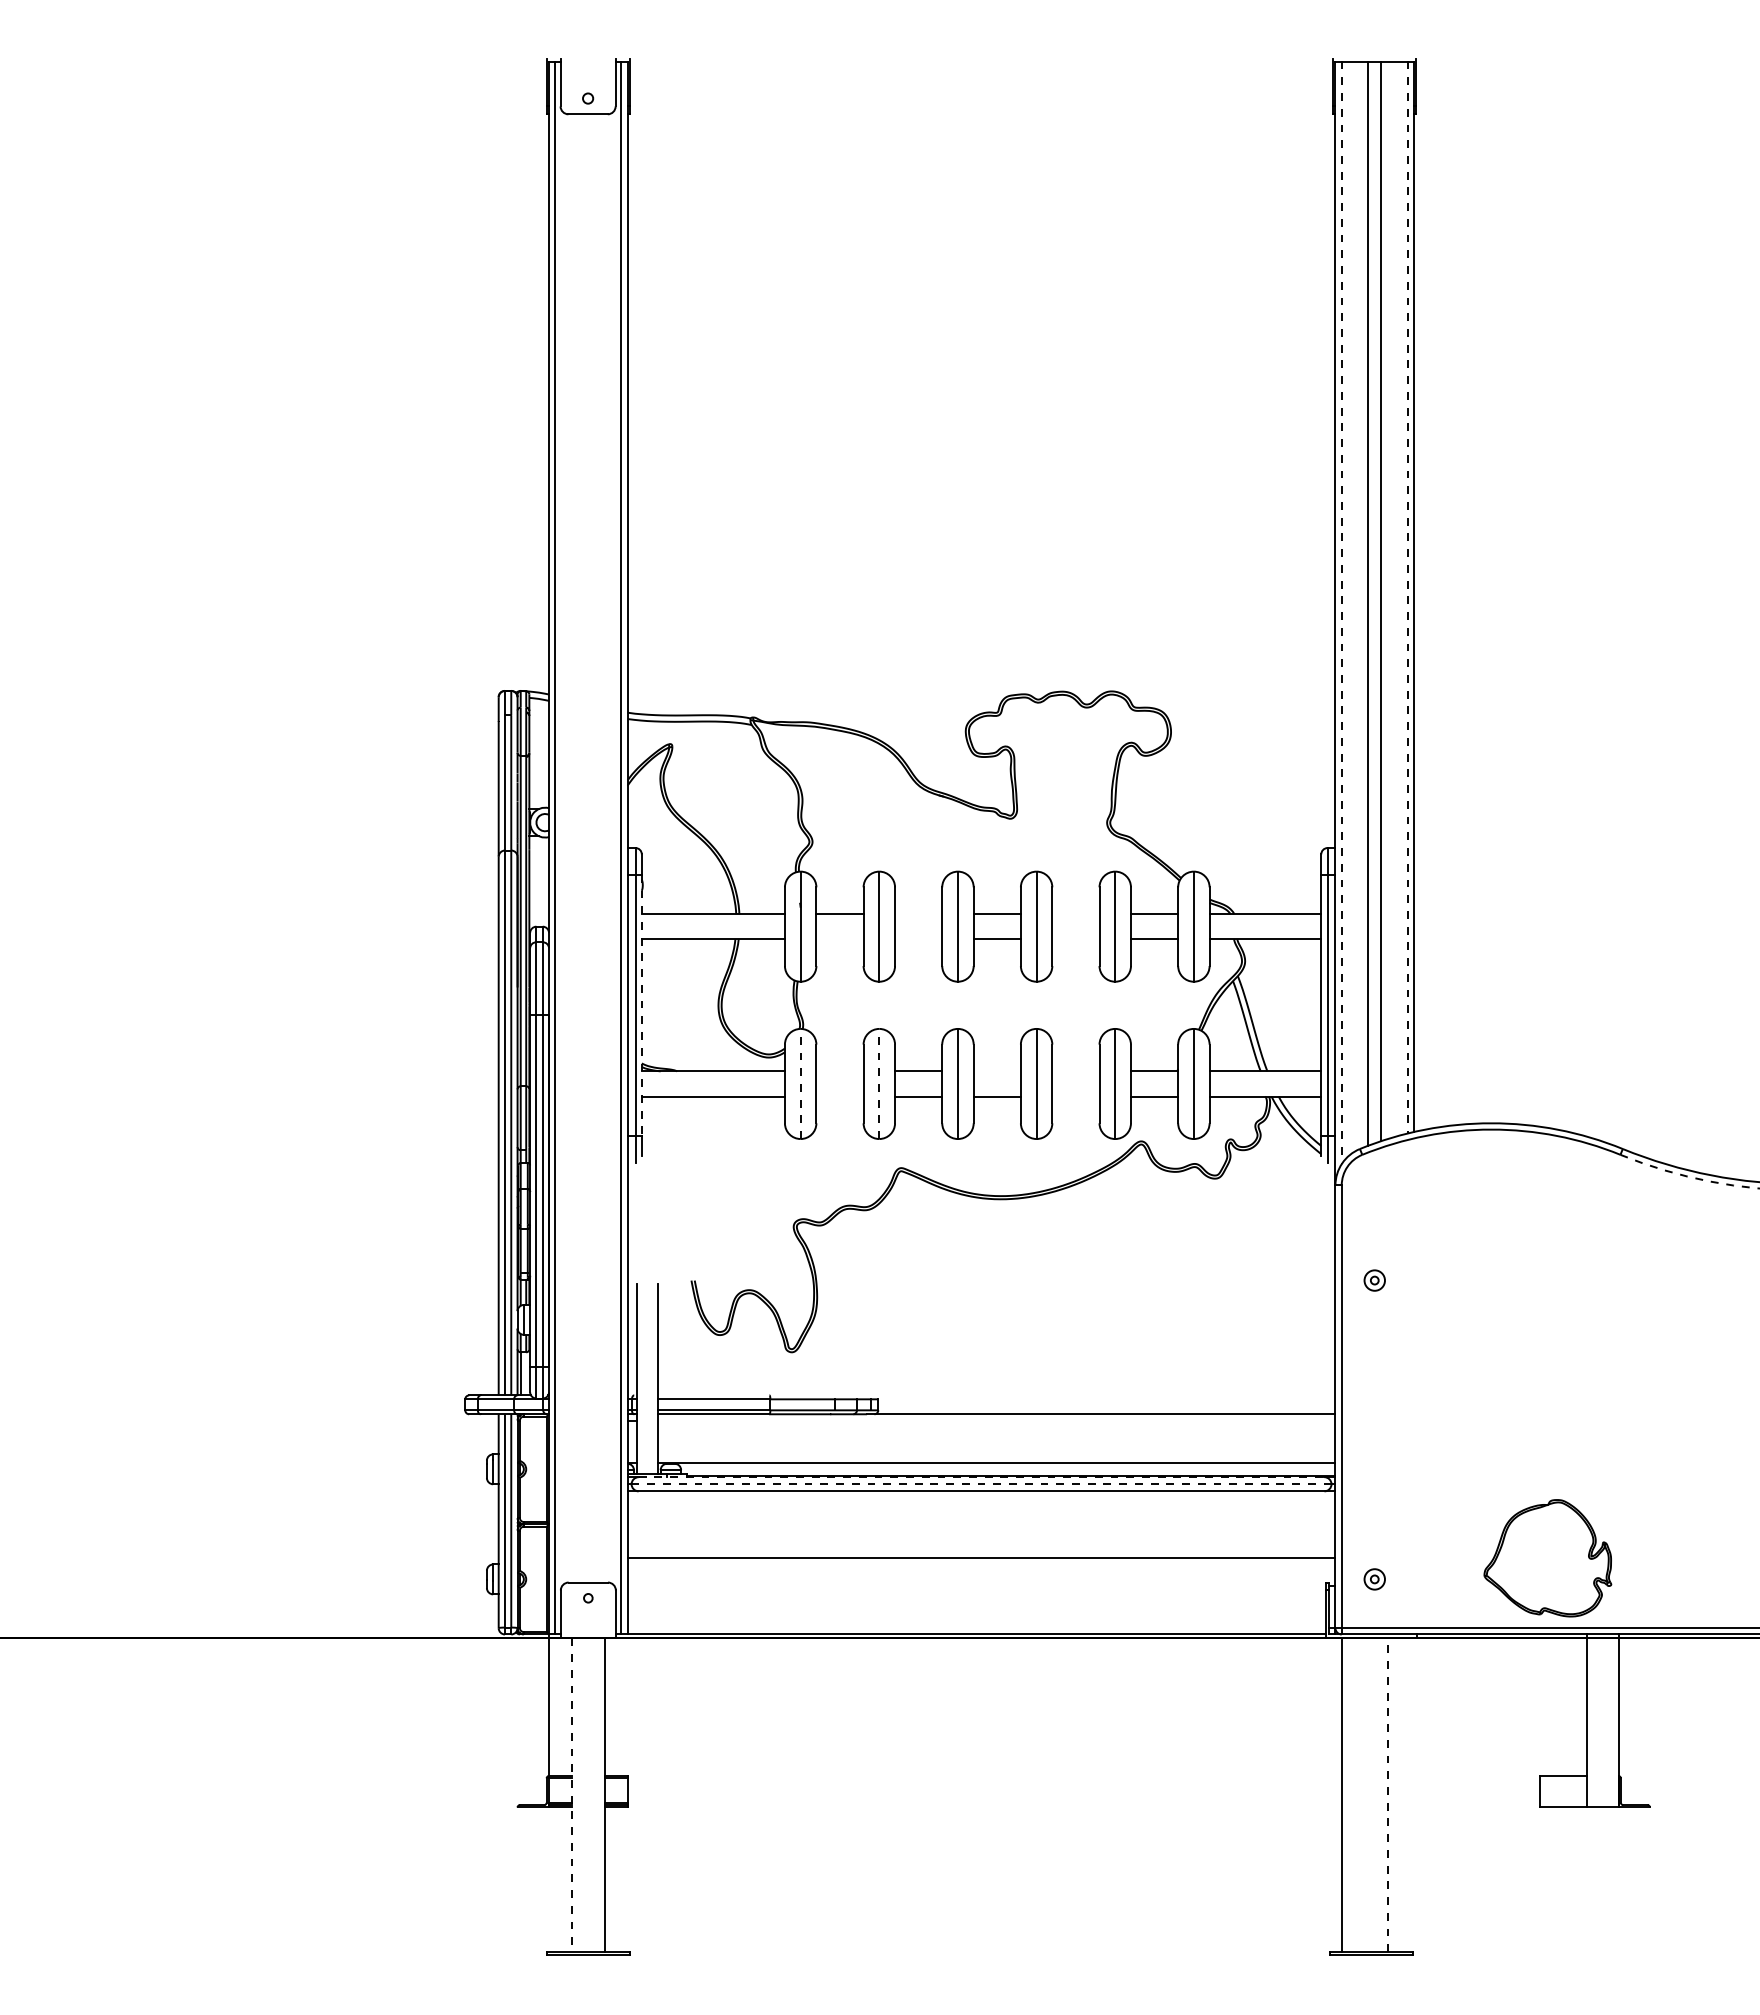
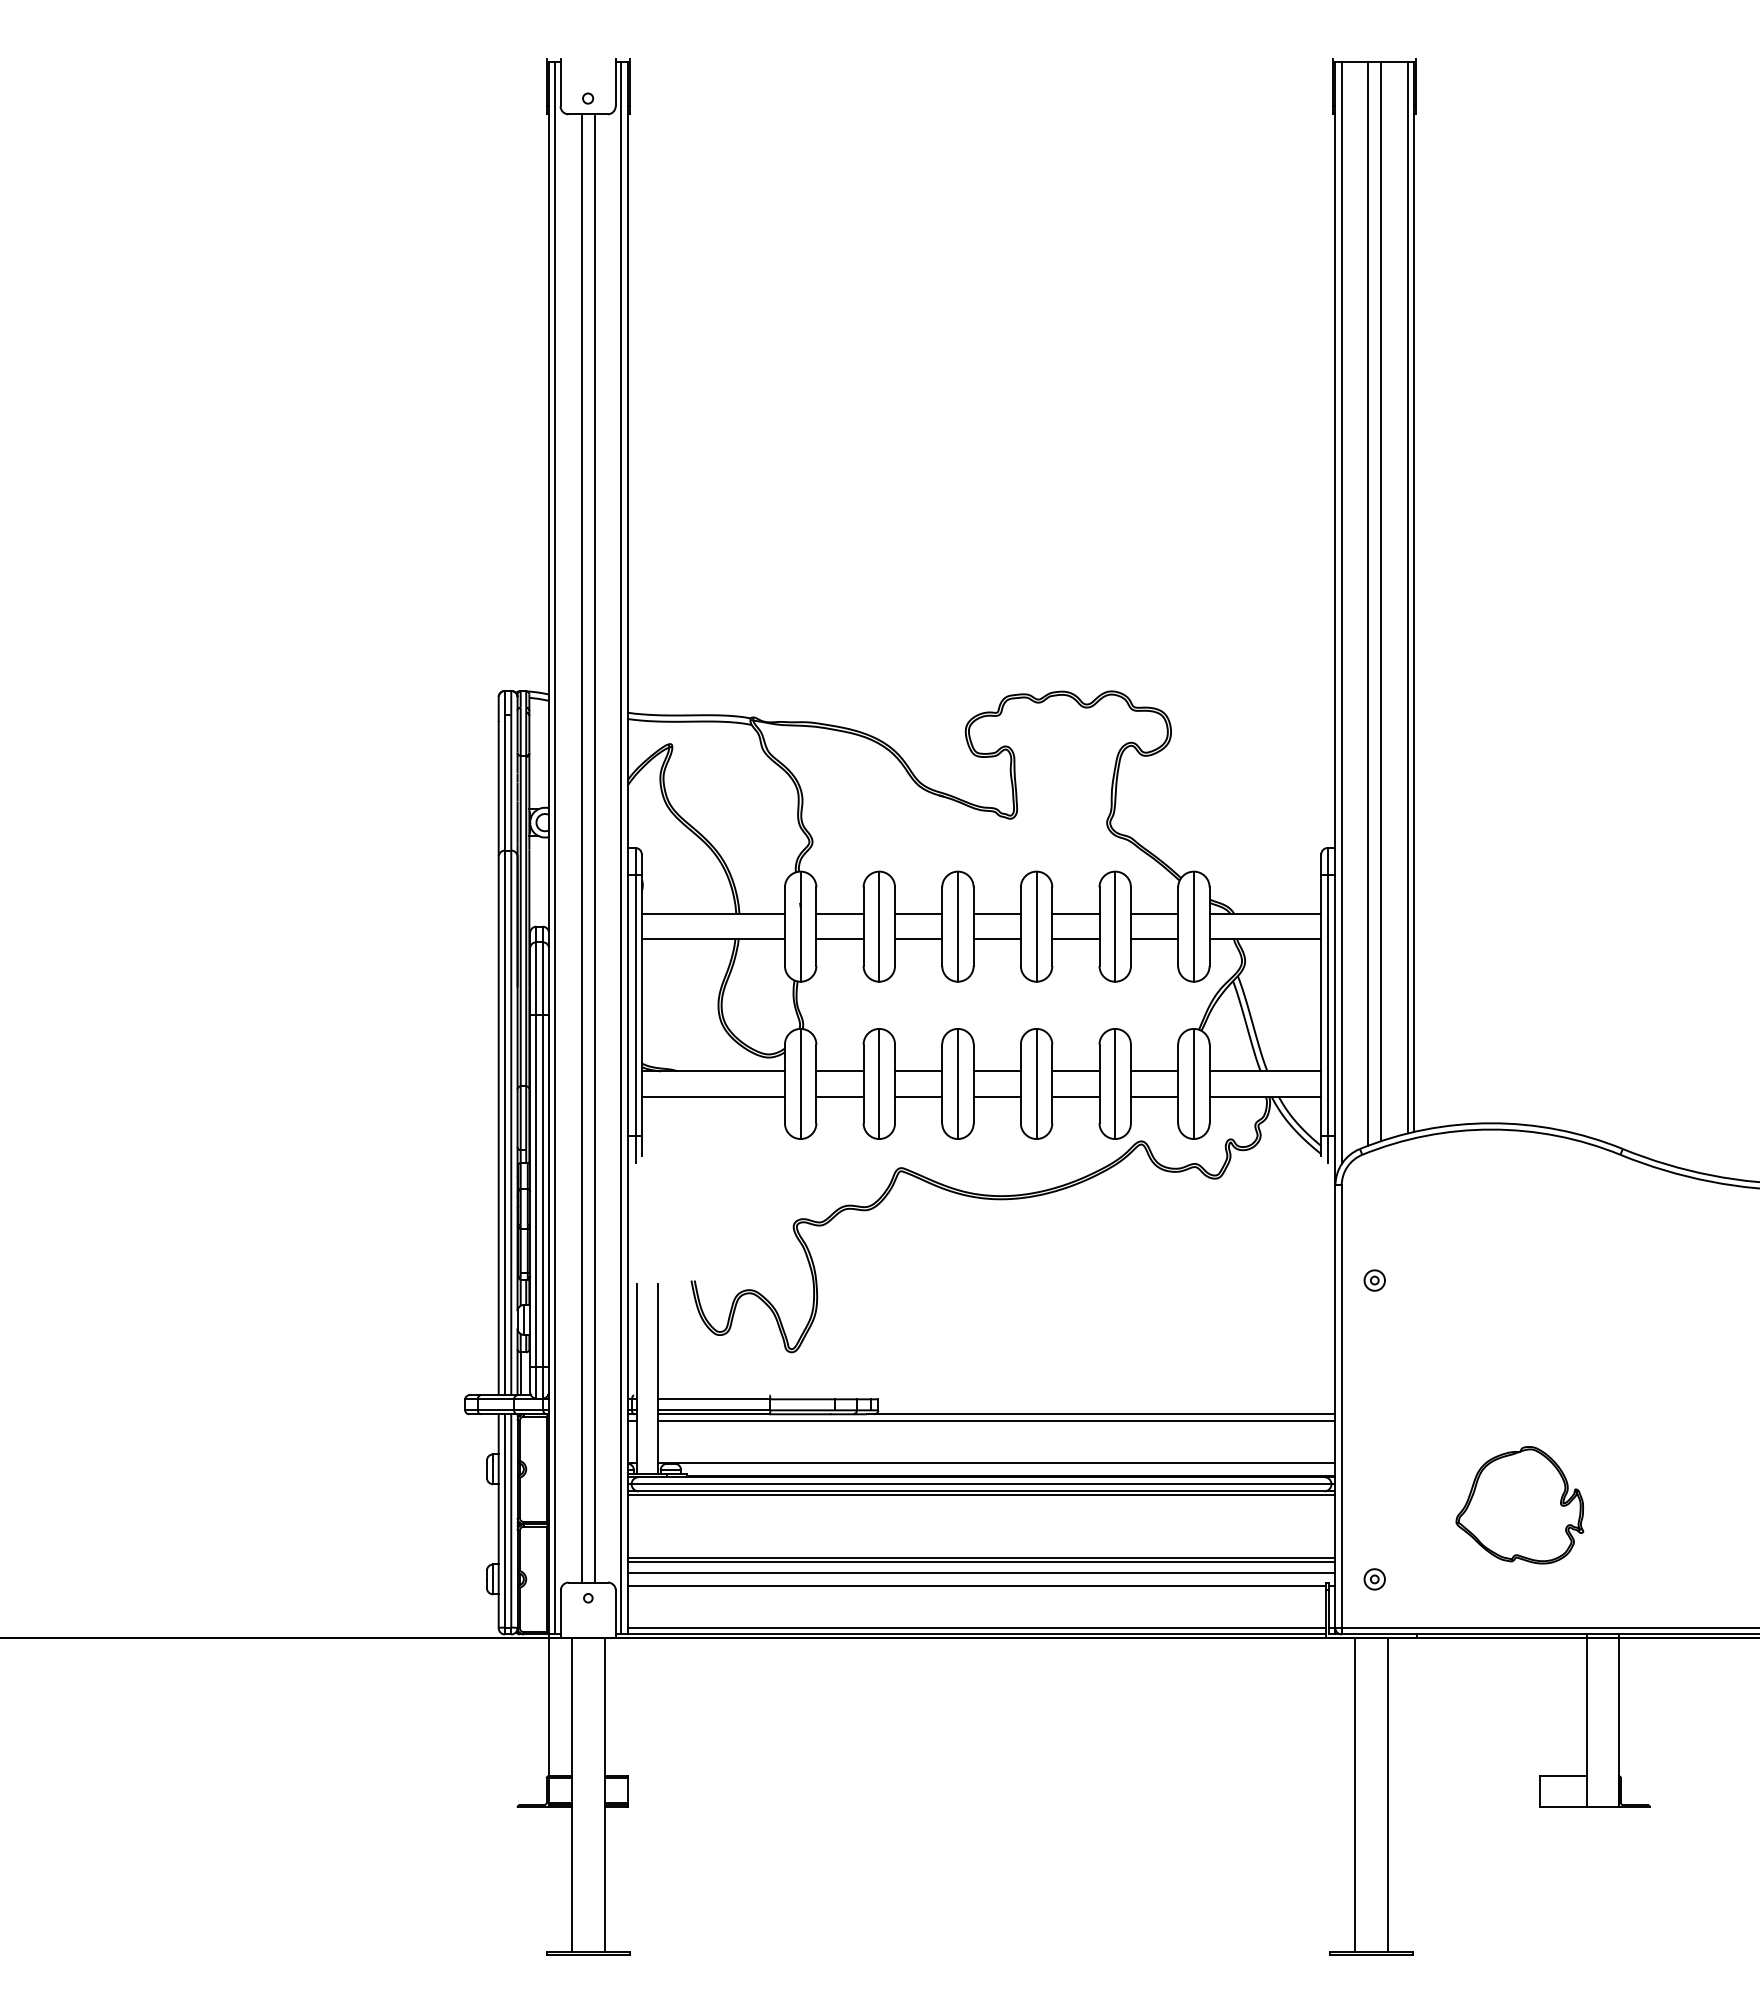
line at (1407, 597): dashed -> solid
line at (1341, 613): dashed -> solid
line at (582, 848): none -> present
line at (594, 848): none -> present
line at (918, 914): none -> present
line at (1075, 914): none -> present
line at (839, 939): none -> present
line at (918, 939): none -> present
line at (1075, 939): none -> present
line at (641, 1005): dashed -> solid
line at (839, 1071): none -> present
line at (996, 1071): none -> present
line at (1075, 1071): none -> present
line at (800, 1083): dashed -> solid
line at (879, 1083): dashed -> solid
line at (839, 1096): none -> present
line at (1075, 1096): none -> present
arc at (1689, 1176): dashed -> solid
line at (996, 1420): none -> present
line at (981, 1477): dashed -> solid
line at (981, 1484): dashed -> solid
line at (981, 1495): none -> present
part at (1547, 1558) position: (1547, 1558) -> (1519, 1505)
line at (981, 1562): none -> present
line at (981, 1573): none -> present
line at (976, 1585): none -> present
line at (976, 1628): none -> present
line at (571, 1795): dashed -> solid
line at (1342, 1795) position: (1342, 1795) -> (1355, 1795)
line at (1388, 1795): dashed -> solid
